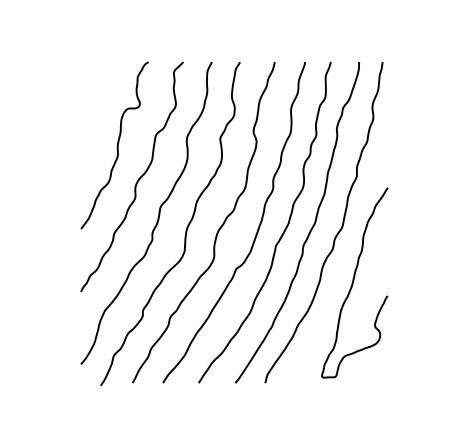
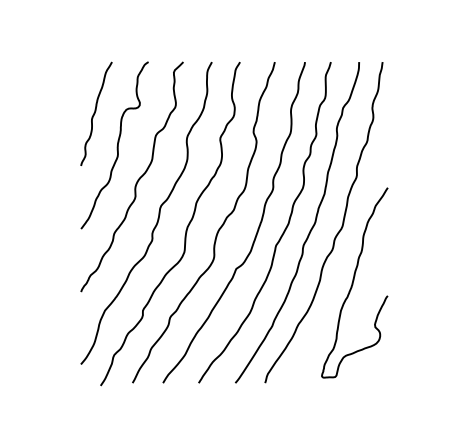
curve at (95, 113): none -> present
